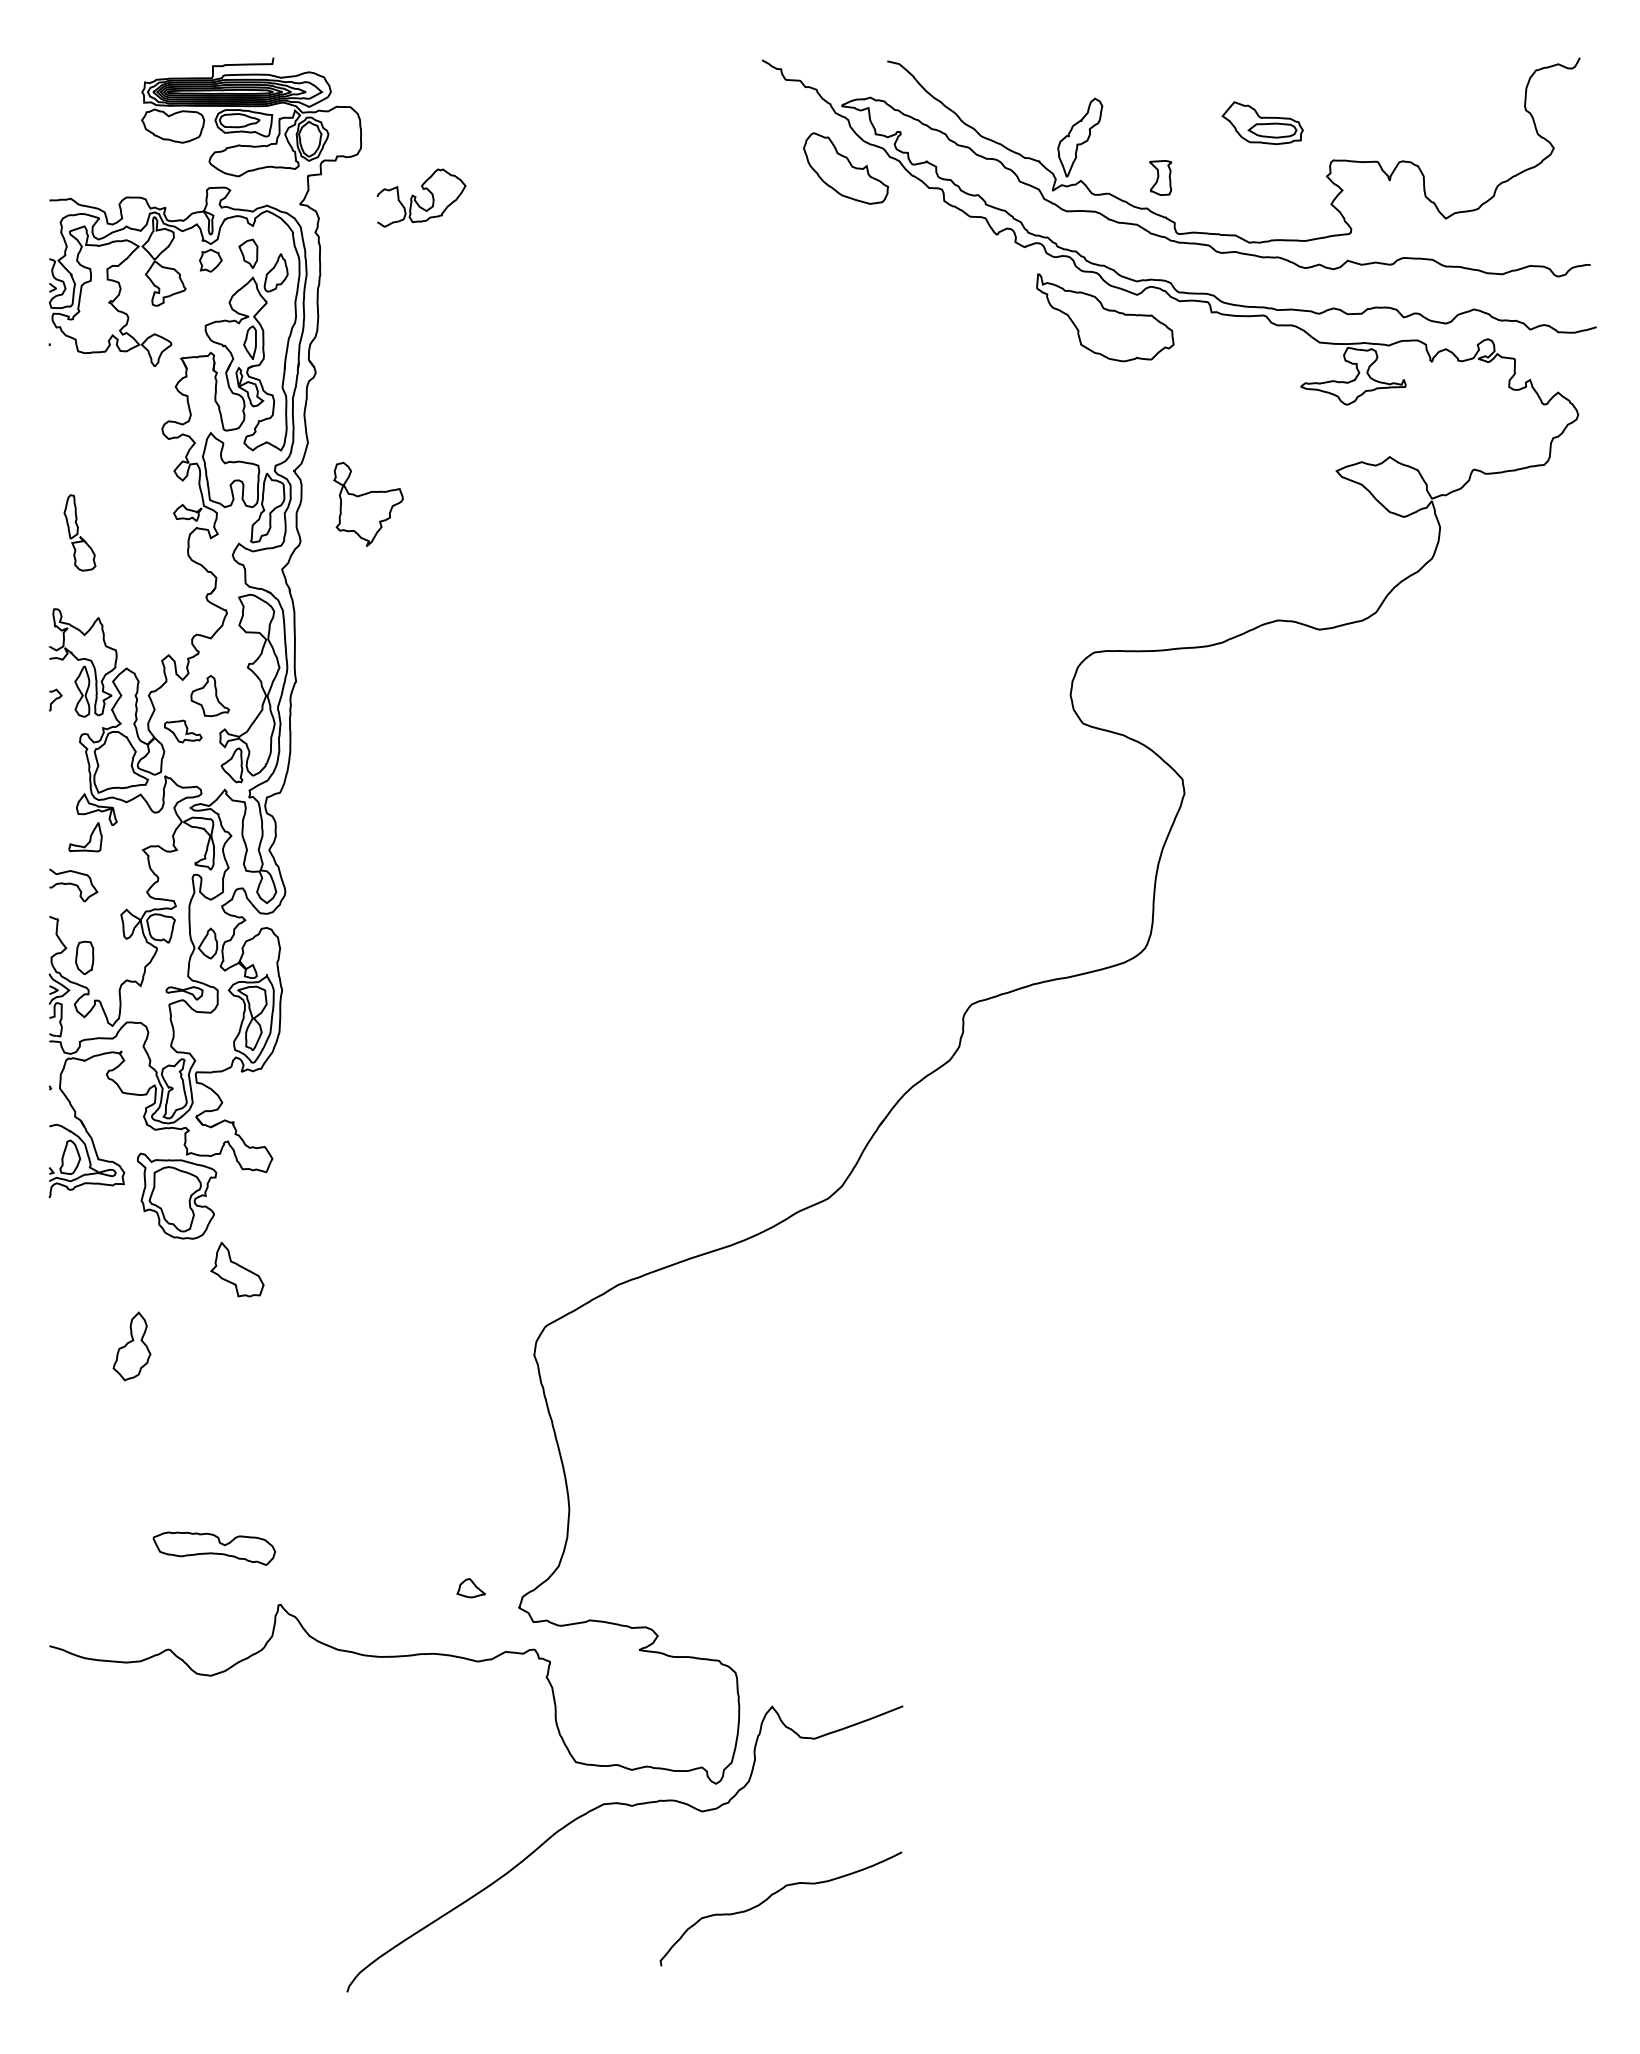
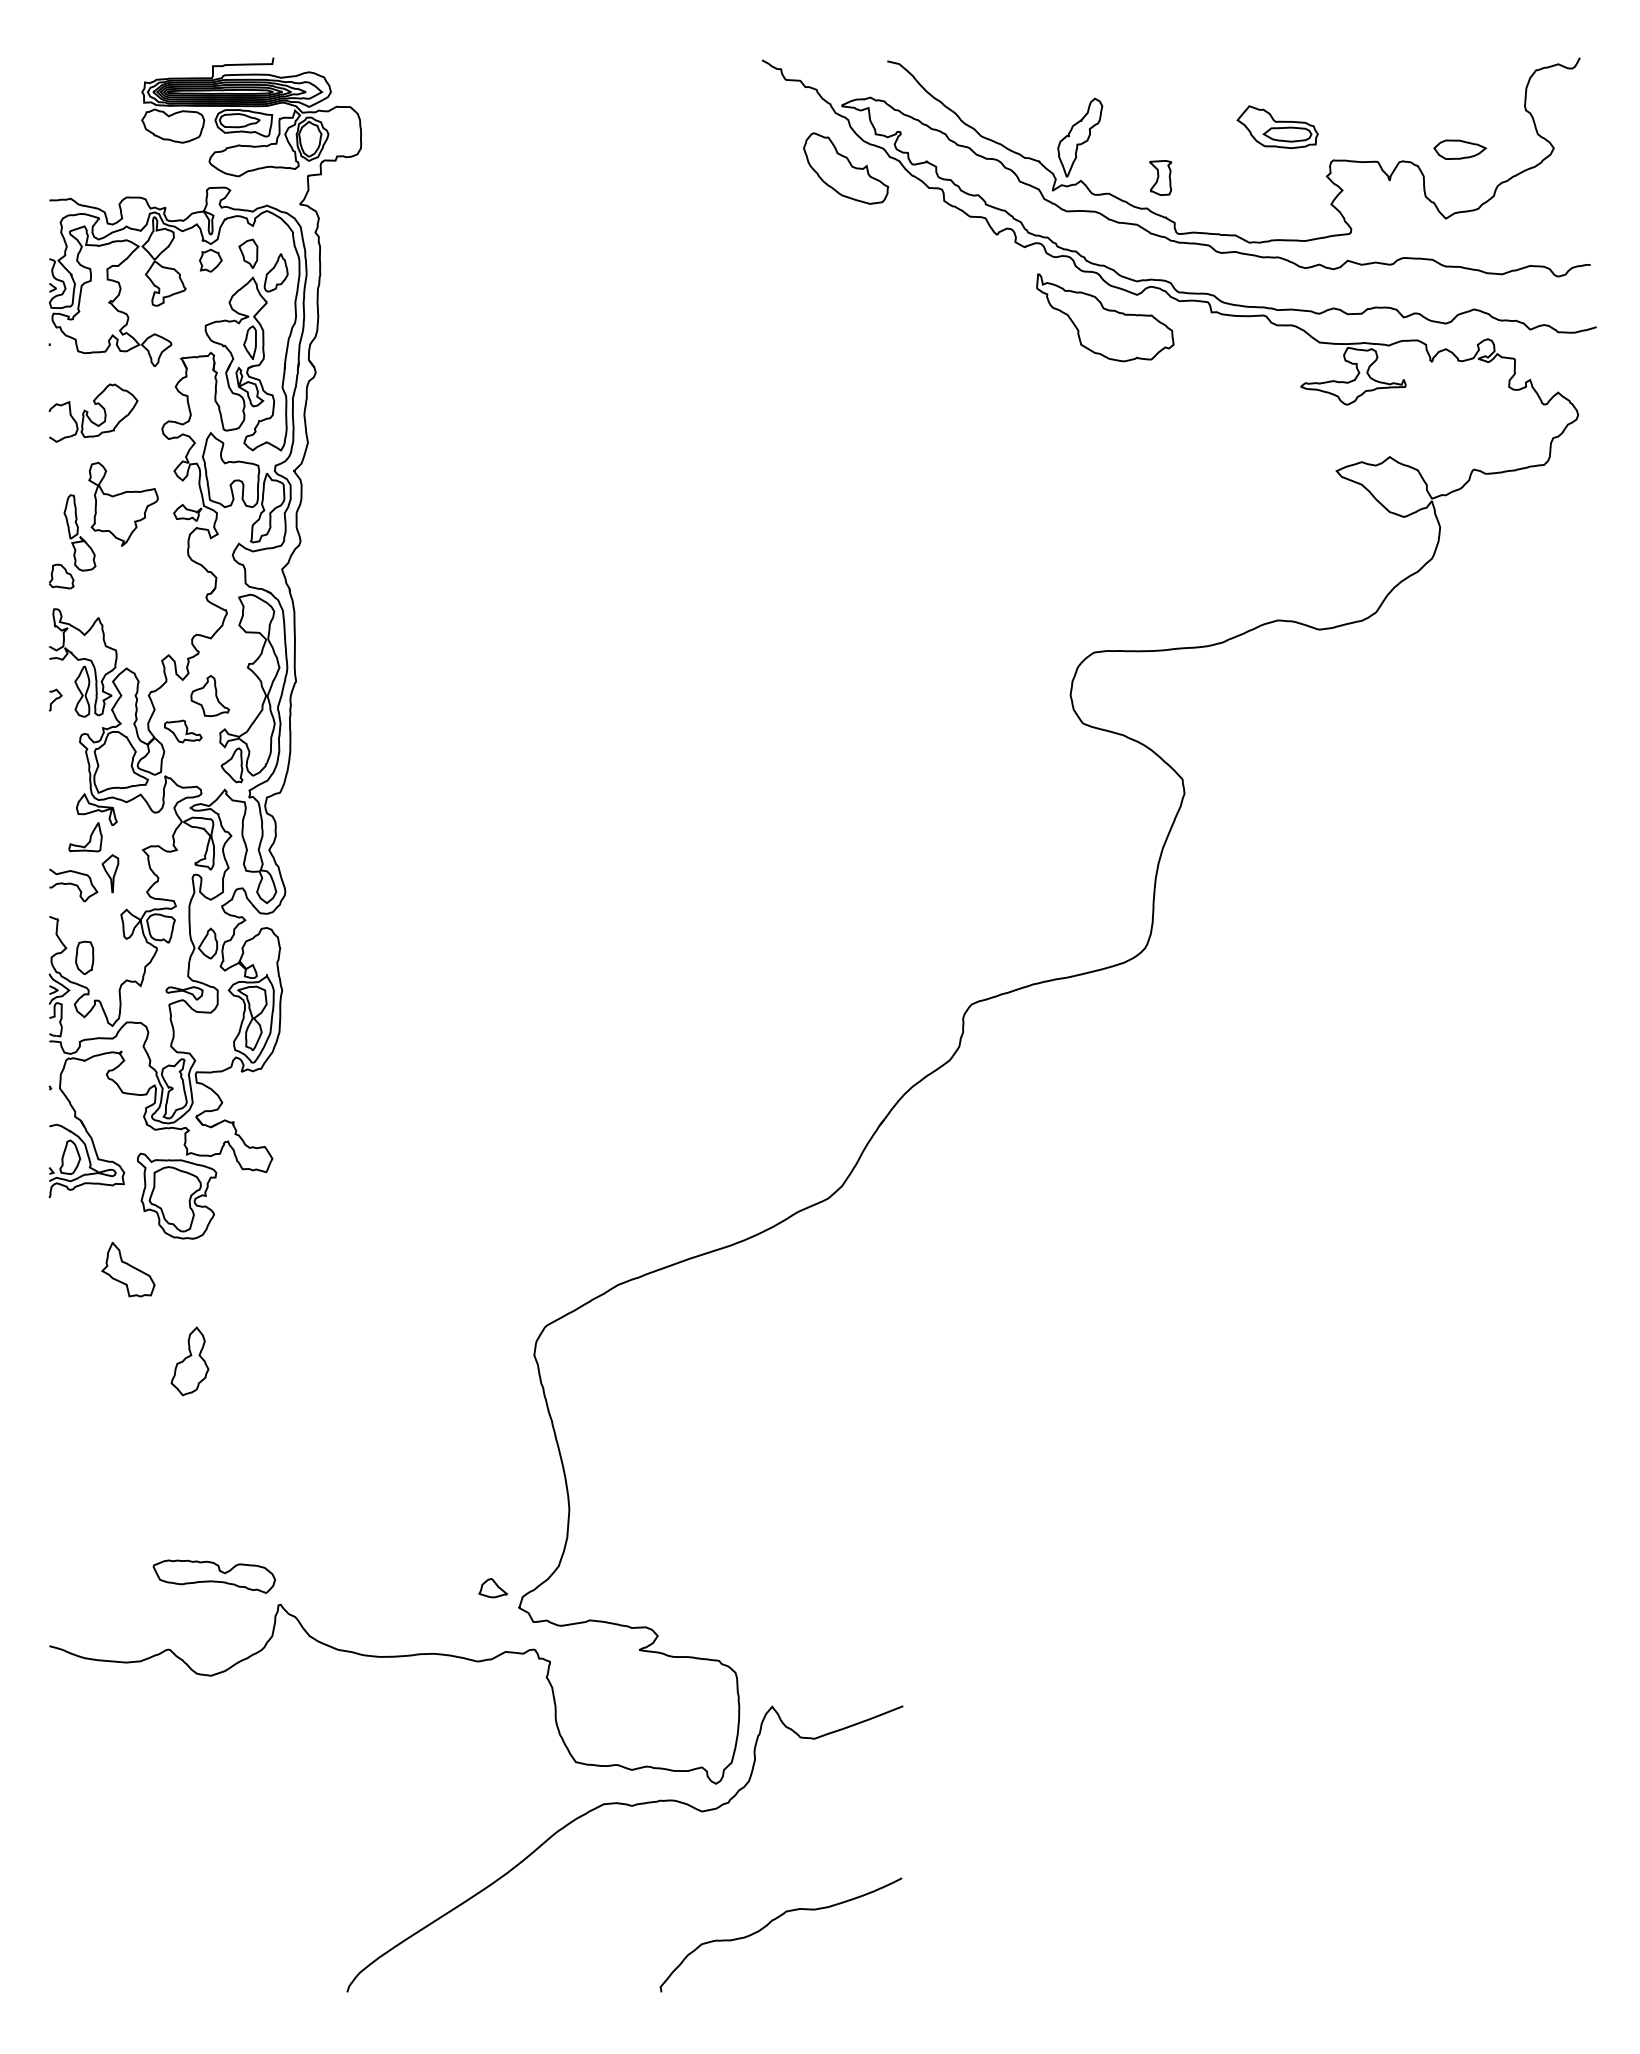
part at (1262, 123) position: (1262, 123) -> (1277, 127)
part at (1460, 149): none -> present
part at (421, 197) position: (421, 197) -> (93, 412)
part at (368, 503) position: (368, 503) -> (123, 503)
part at (61, 576): none -> present
part at (110, 873): none -> present
part at (237, 1269) position: (237, 1269) -> (128, 1269)
part at (131, 1346) position: (131, 1346) -> (189, 1361)
part at (213, 1548) position: (213, 1548) -> (213, 1576)
part at (471, 1588) position: (471, 1588) -> (493, 1588)
curve at (770, 1897) position: (770, 1897) -> (770, 1923)
